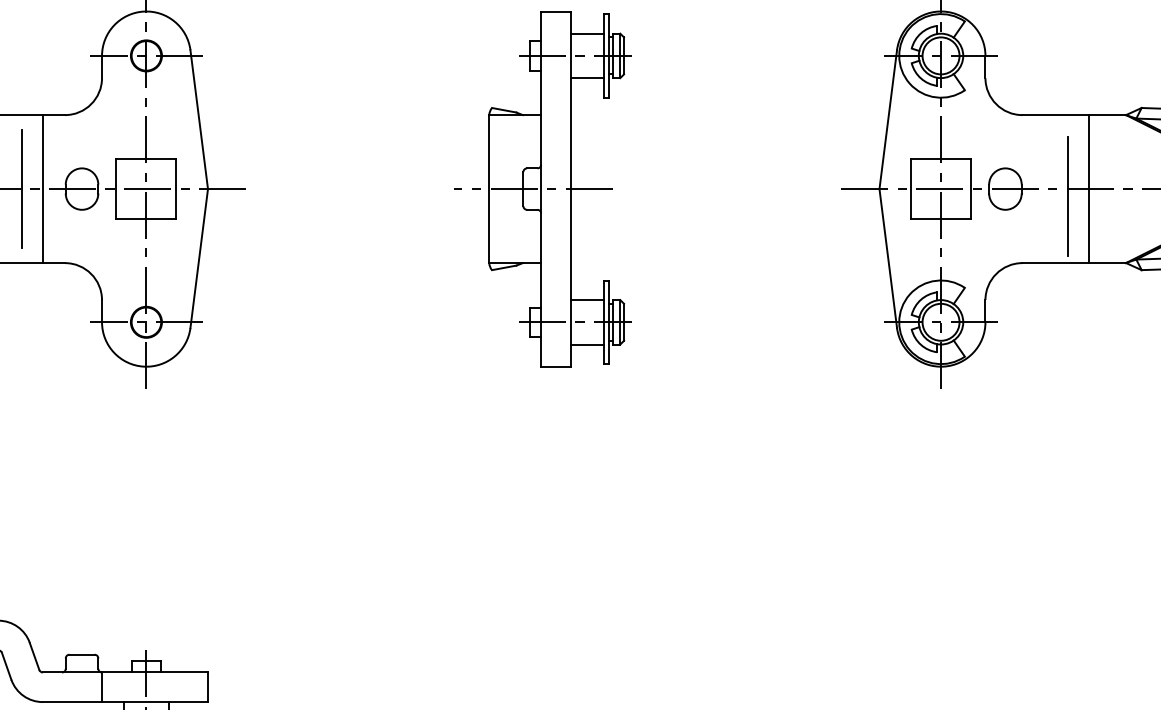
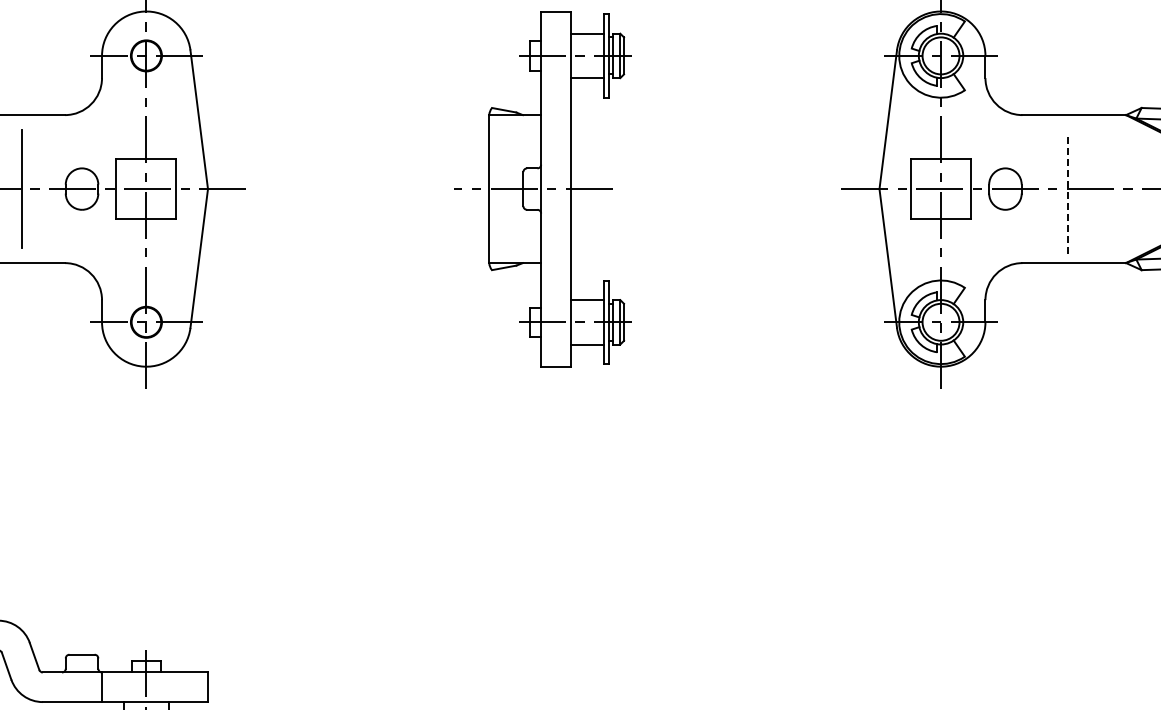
line at (42, 189): present -> none
line at (1089, 189): present -> none
line at (1068, 197): solid -> dashed
